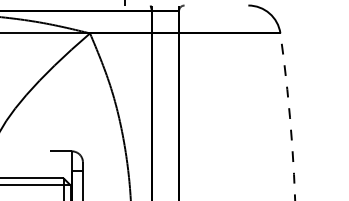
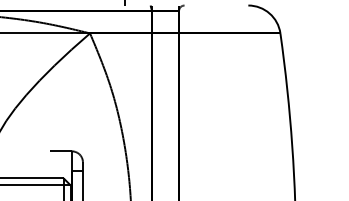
arc at (289, 116): dashed -> solid
